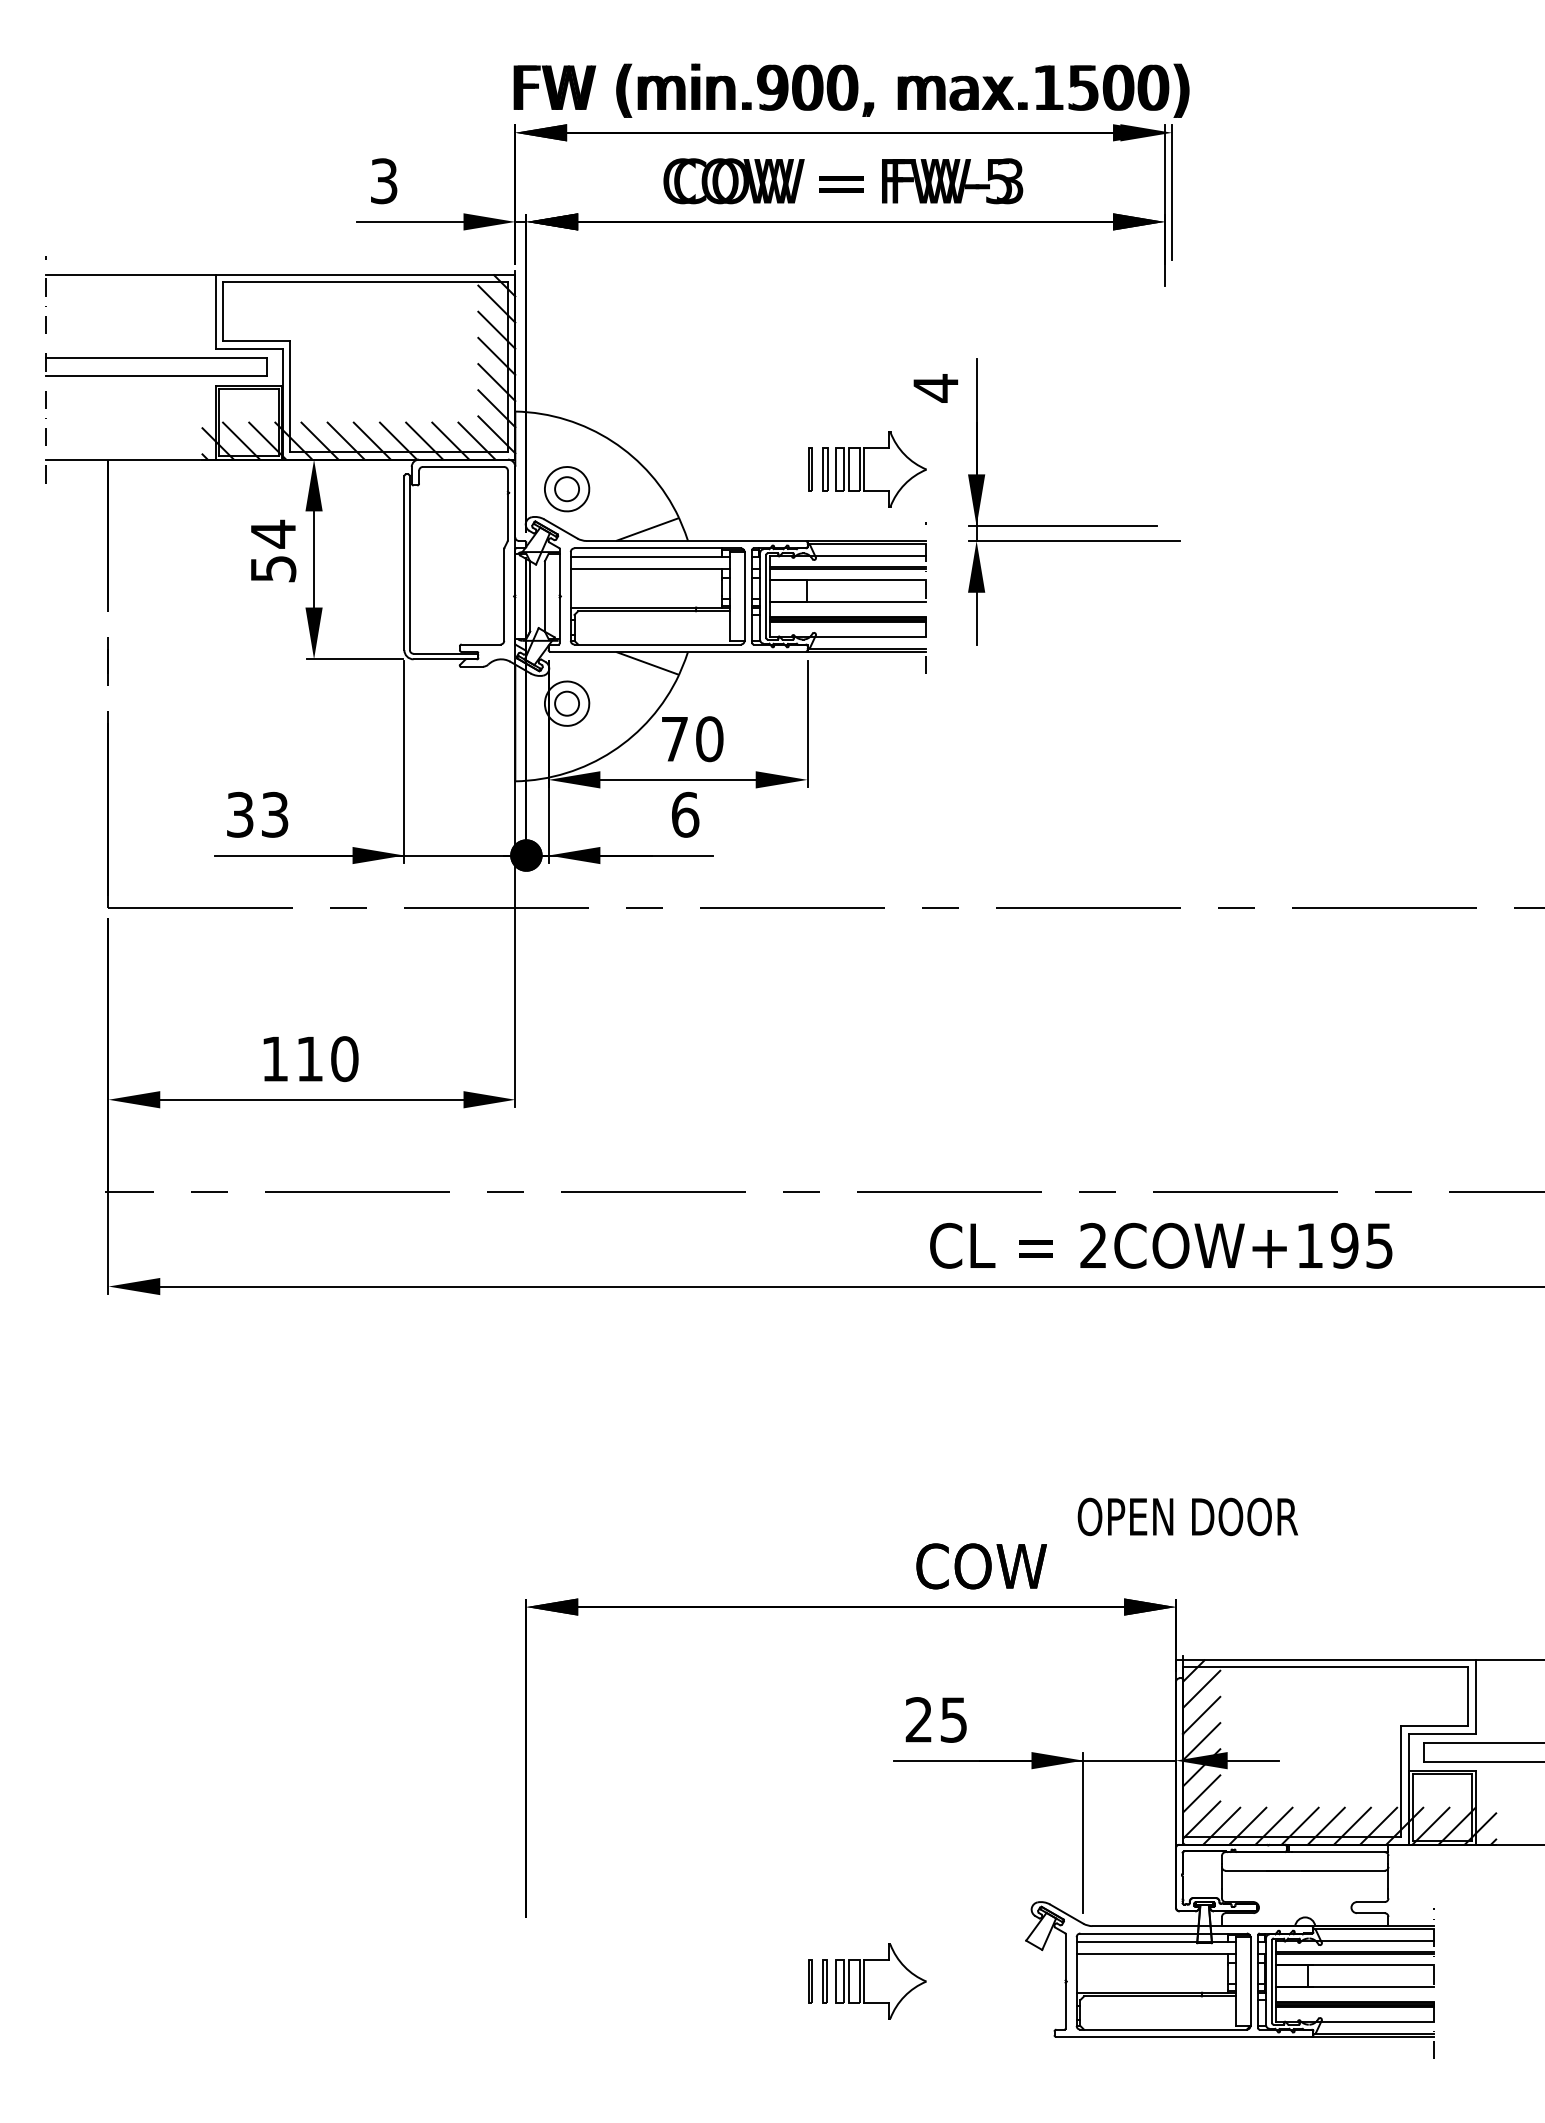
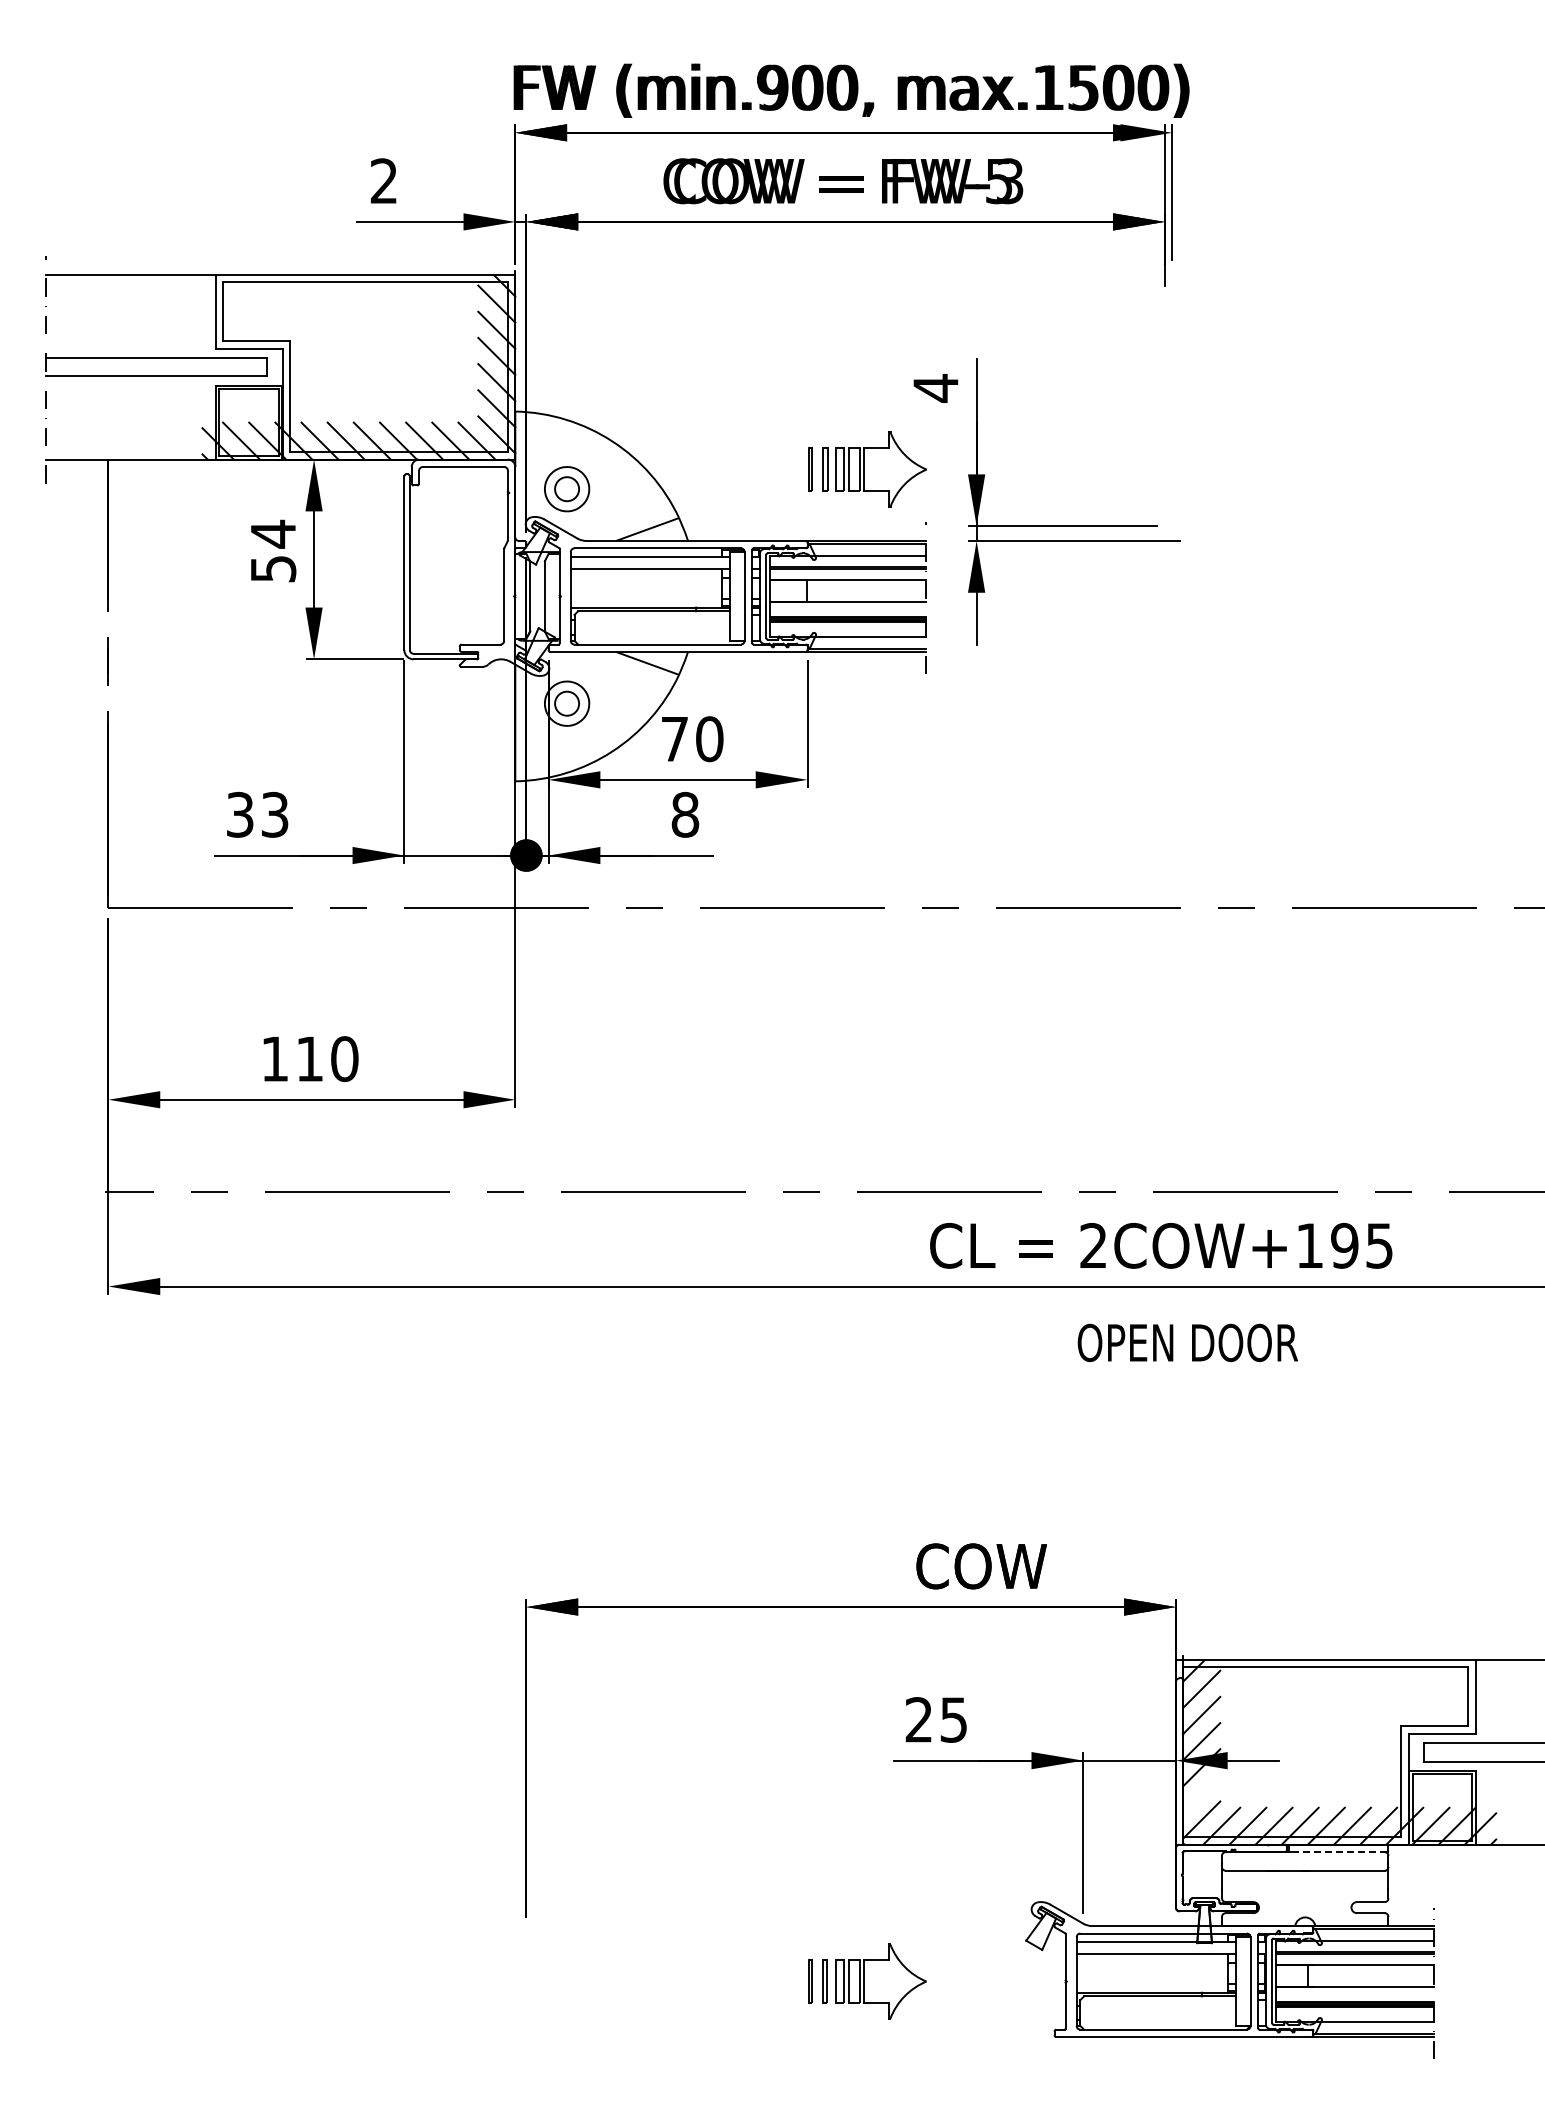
text at (383, 181): 3 -> 2
text at (685, 814): 6 -> 8
text at (1187, 1516) position: (1187, 1516) -> (1187, 1342)
line at (1201, 1793): present -> none
line at (1339, 1852): solid -> dashed
